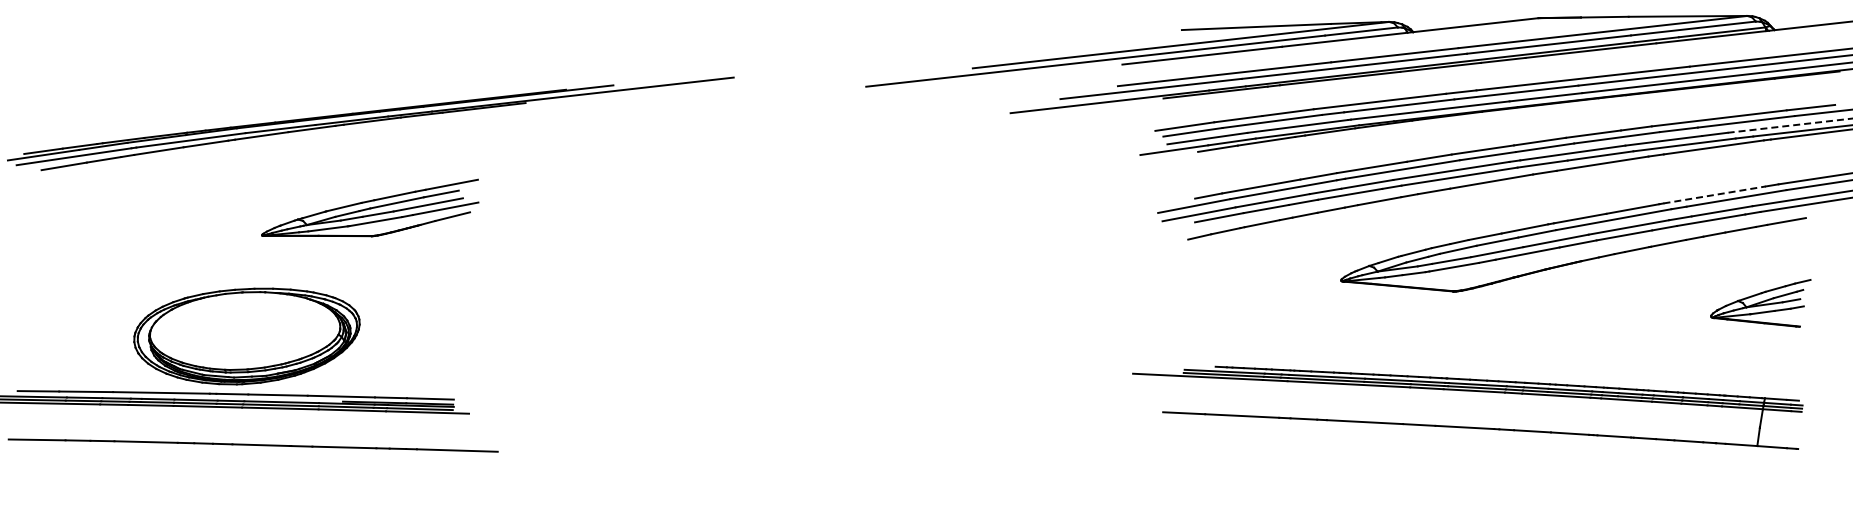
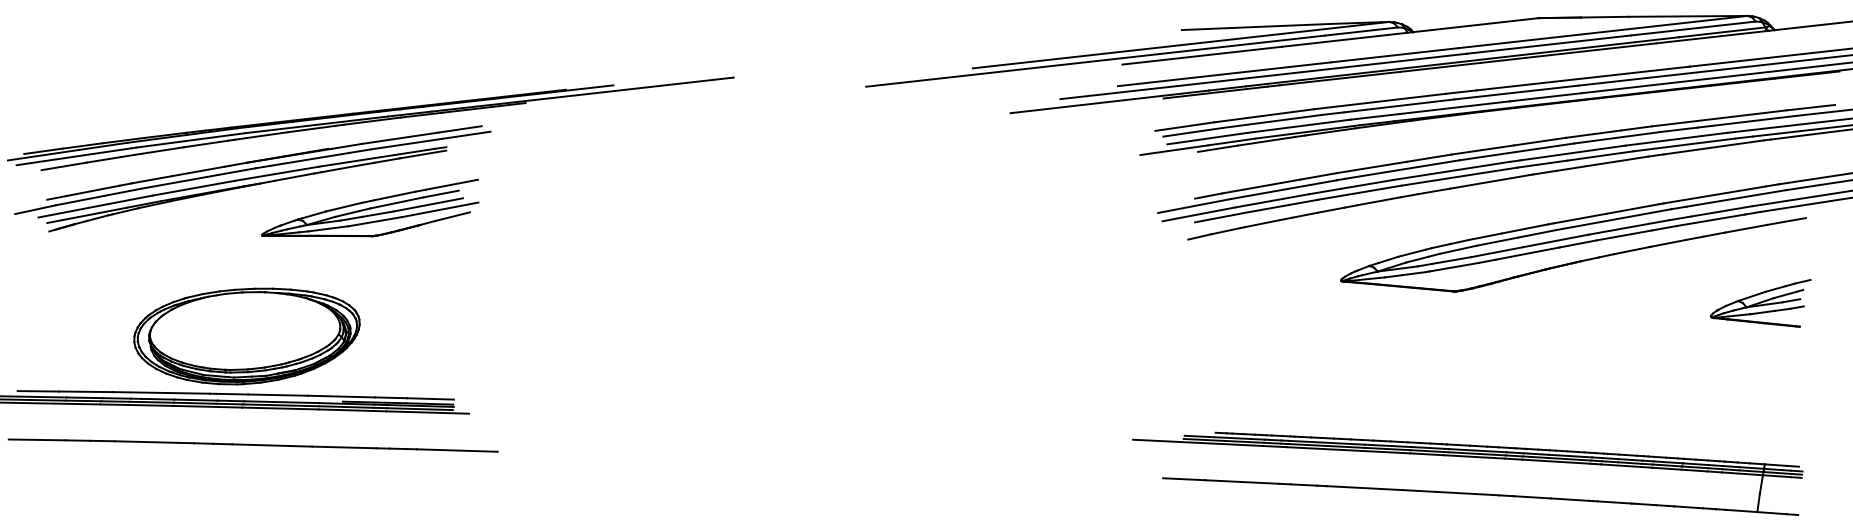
line at (1790, 125): dashed -> solid
part at (252, 178): none -> present
line at (1714, 194): dashed -> solid
part at (1467, 391) position: (1467, 391) -> (1467, 457)
